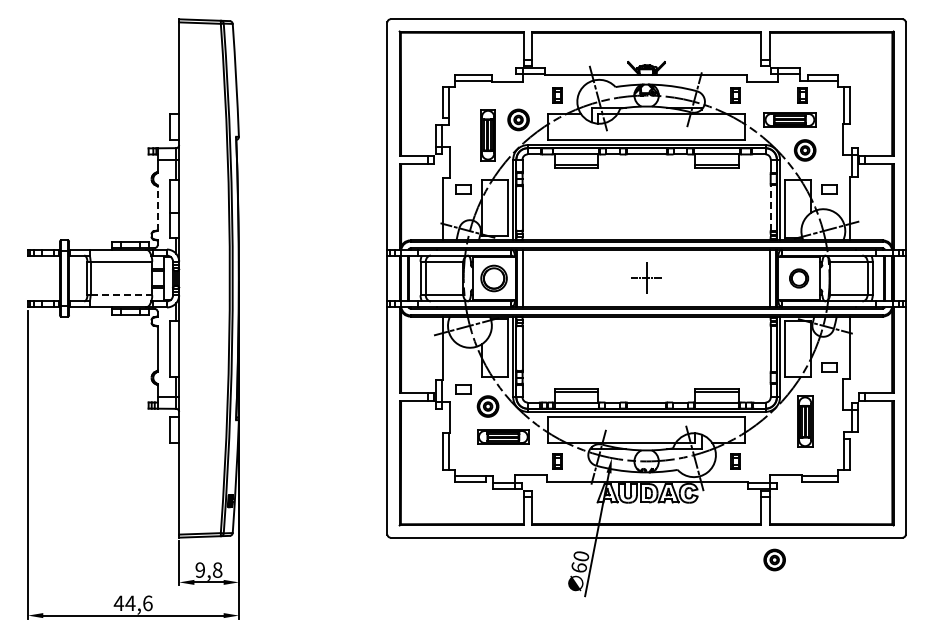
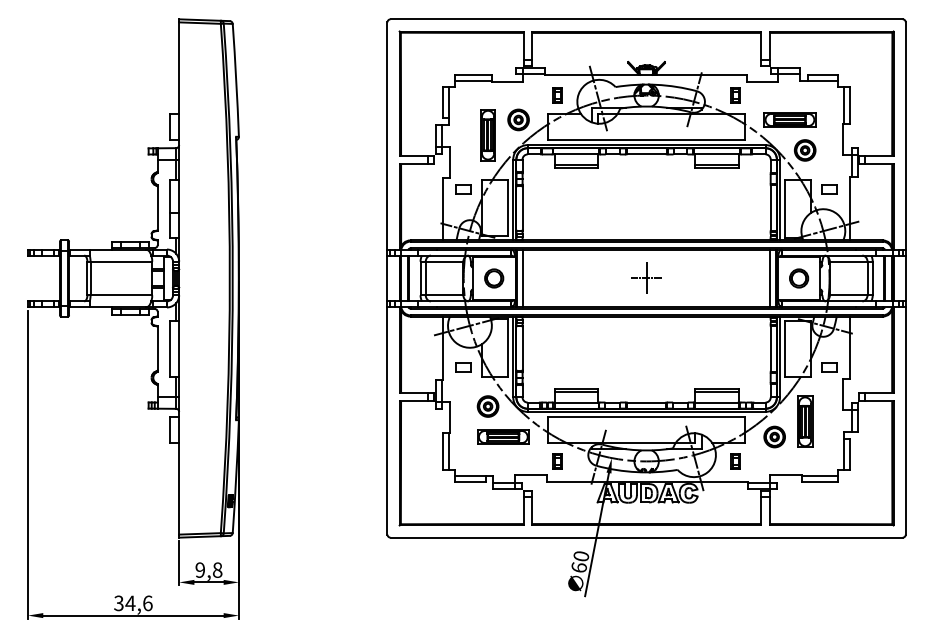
part at (802, 95): present -> none
line at (157, 208): dashed -> solid
line at (770, 208): dashed -> solid
part at (493, 278) size: 28x29 px -> 21x21 px
line at (121, 295): dashed -> solid
part at (463, 389) position: (463, 389) -> (463, 367)
part at (774, 559) position: (774, 559) -> (774, 436)
text at (118, 603): 44,6 -> 34,6
